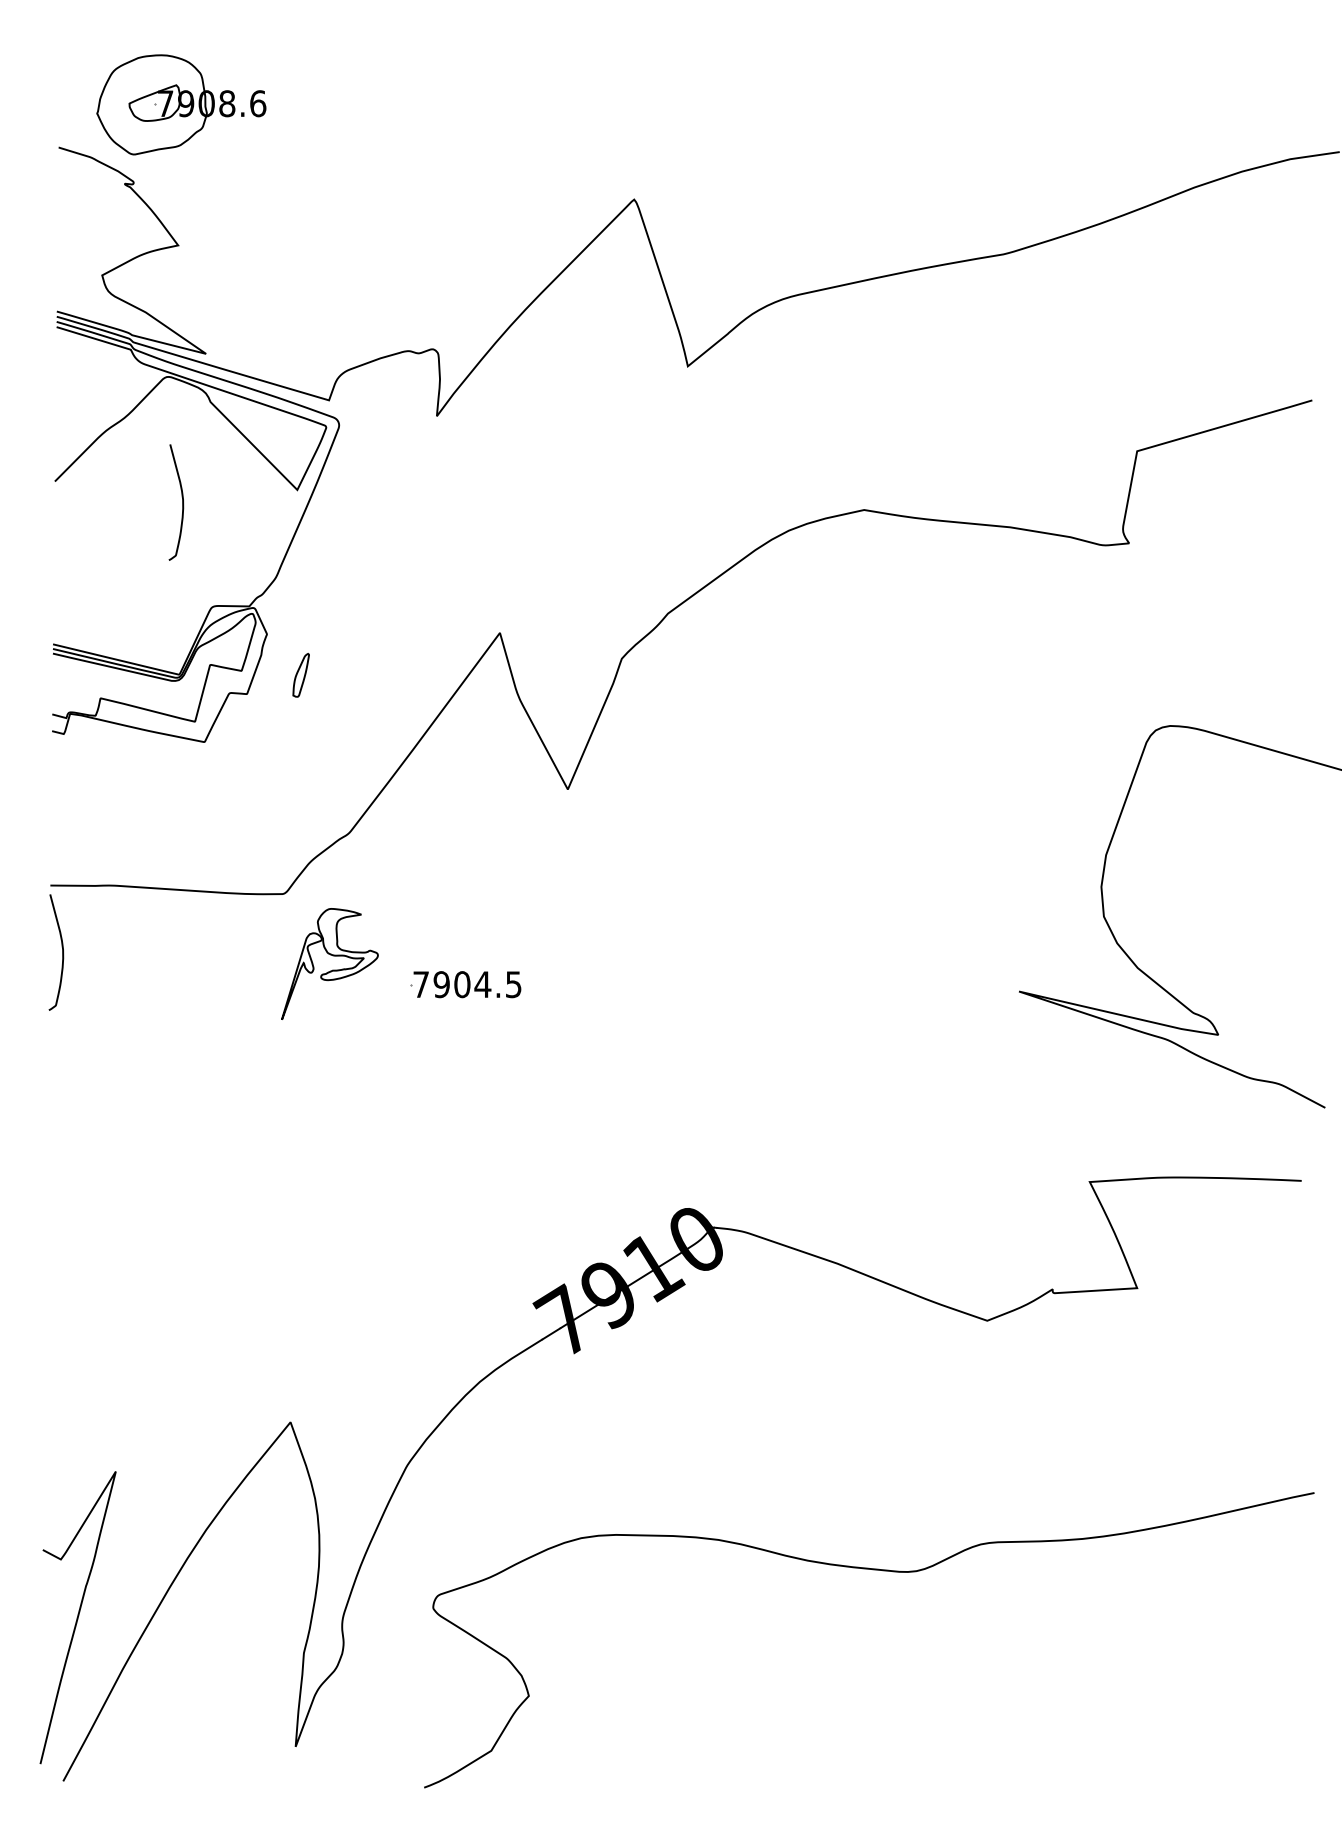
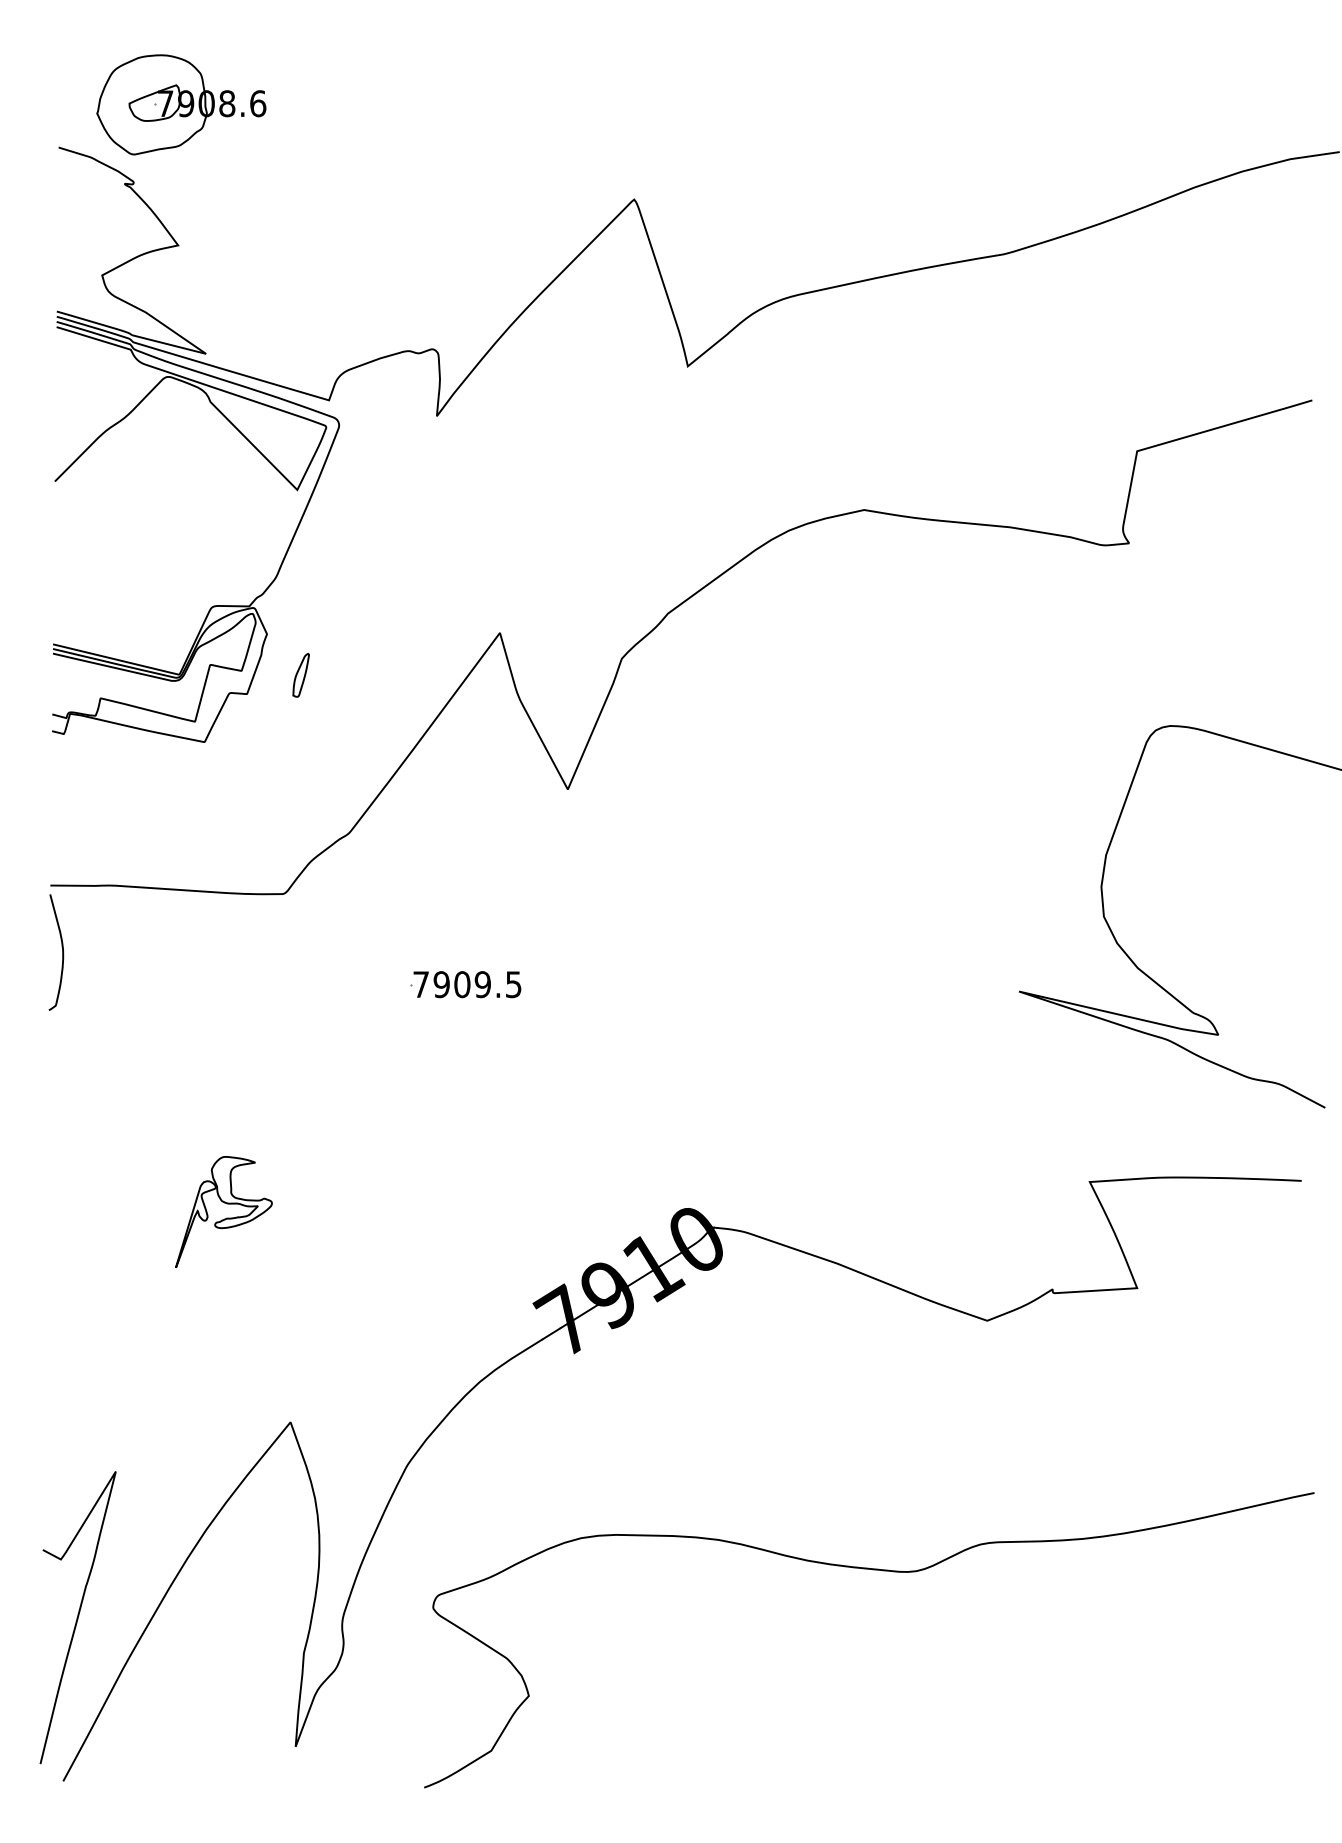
curve at (182, 502): present -> none
part at (332, 969) position: (332, 969) -> (226, 1217)
text at (482, 984): 7904.5 -> 7909.5
